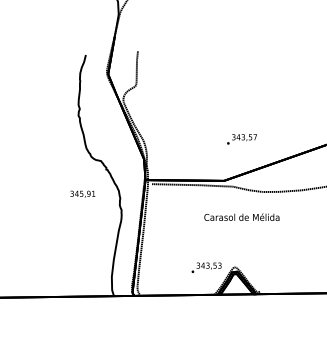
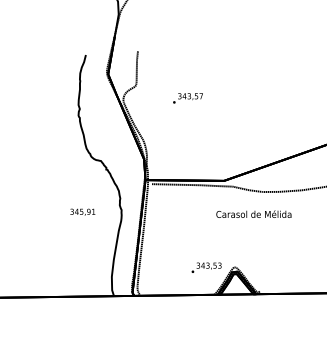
text at (241, 139) position: (241, 139) -> (187, 98)
text at (82, 193) position: (82, 193) -> (82, 211)
text at (241, 216) position: (241, 216) -> (253, 213)
